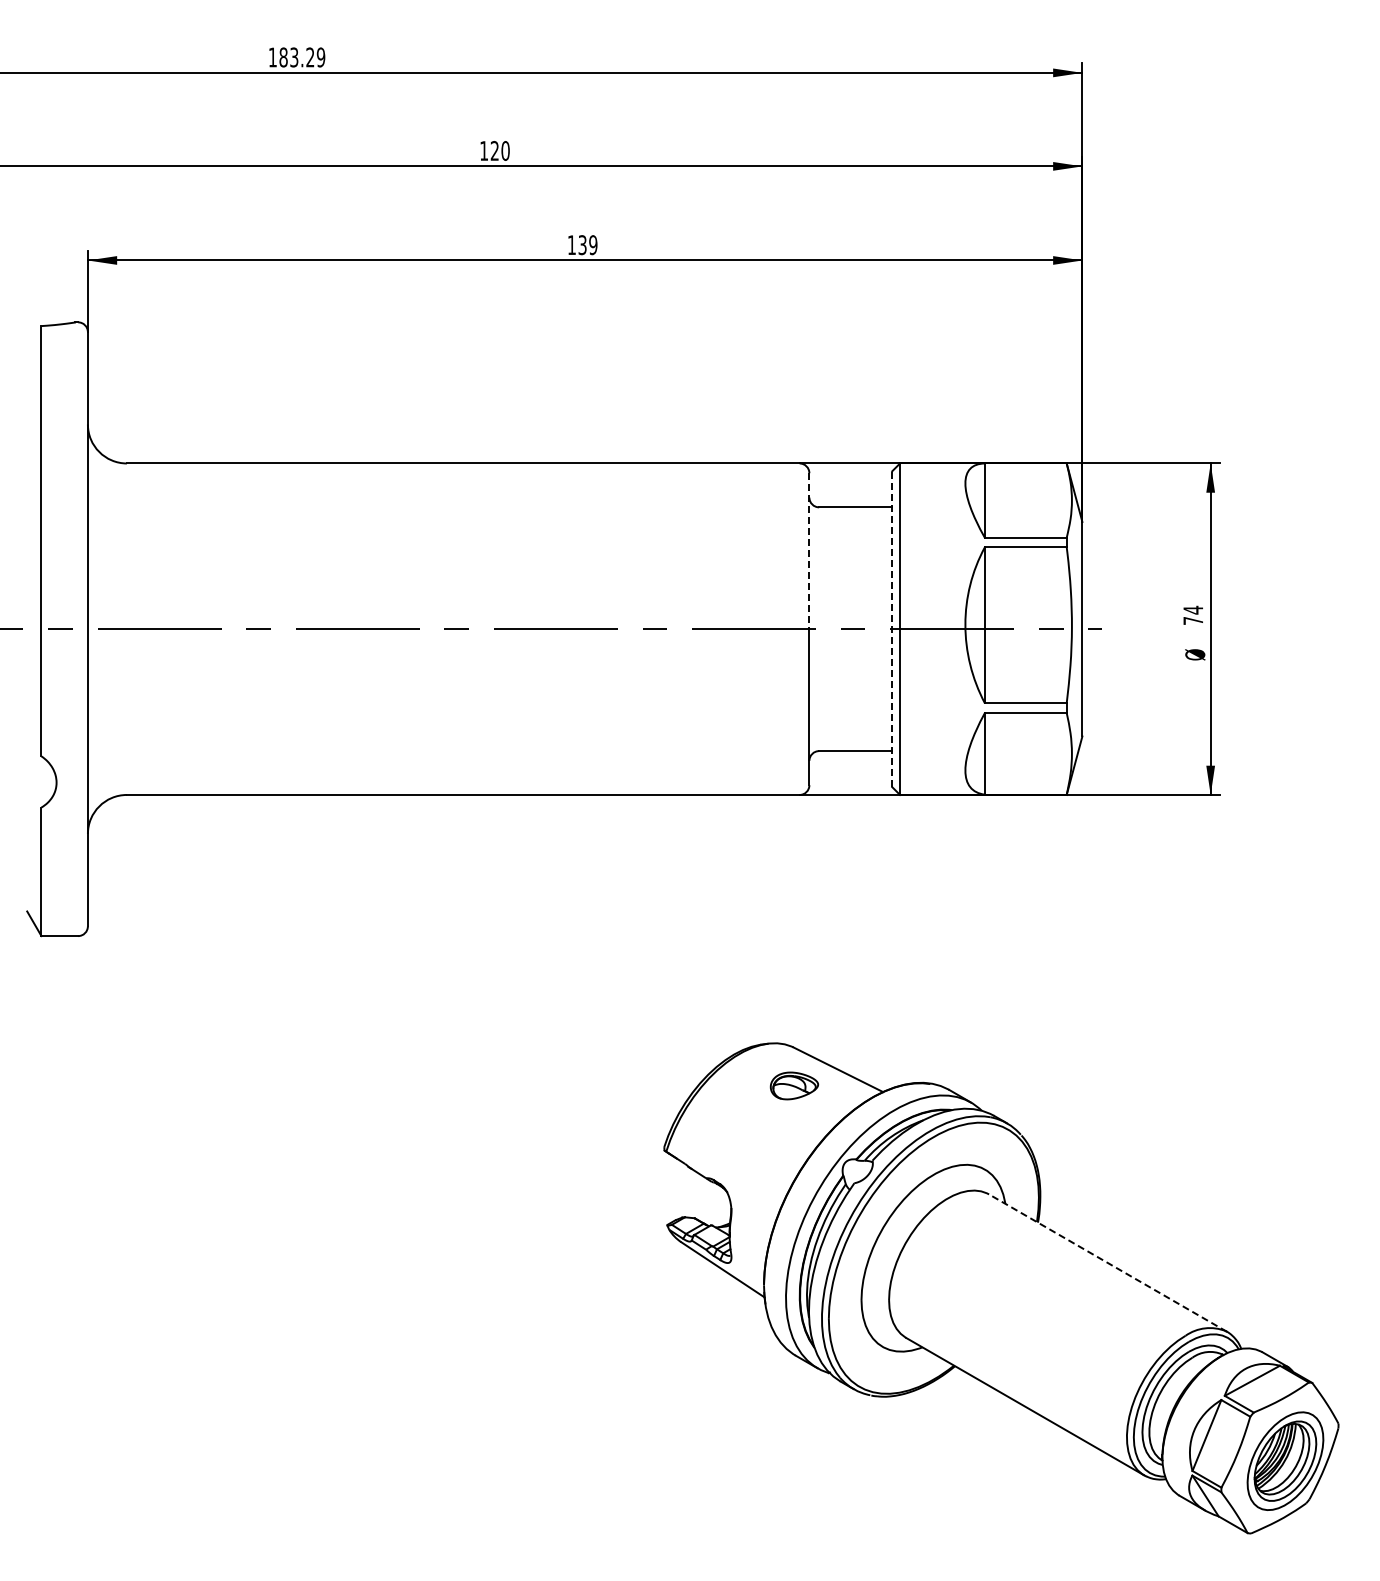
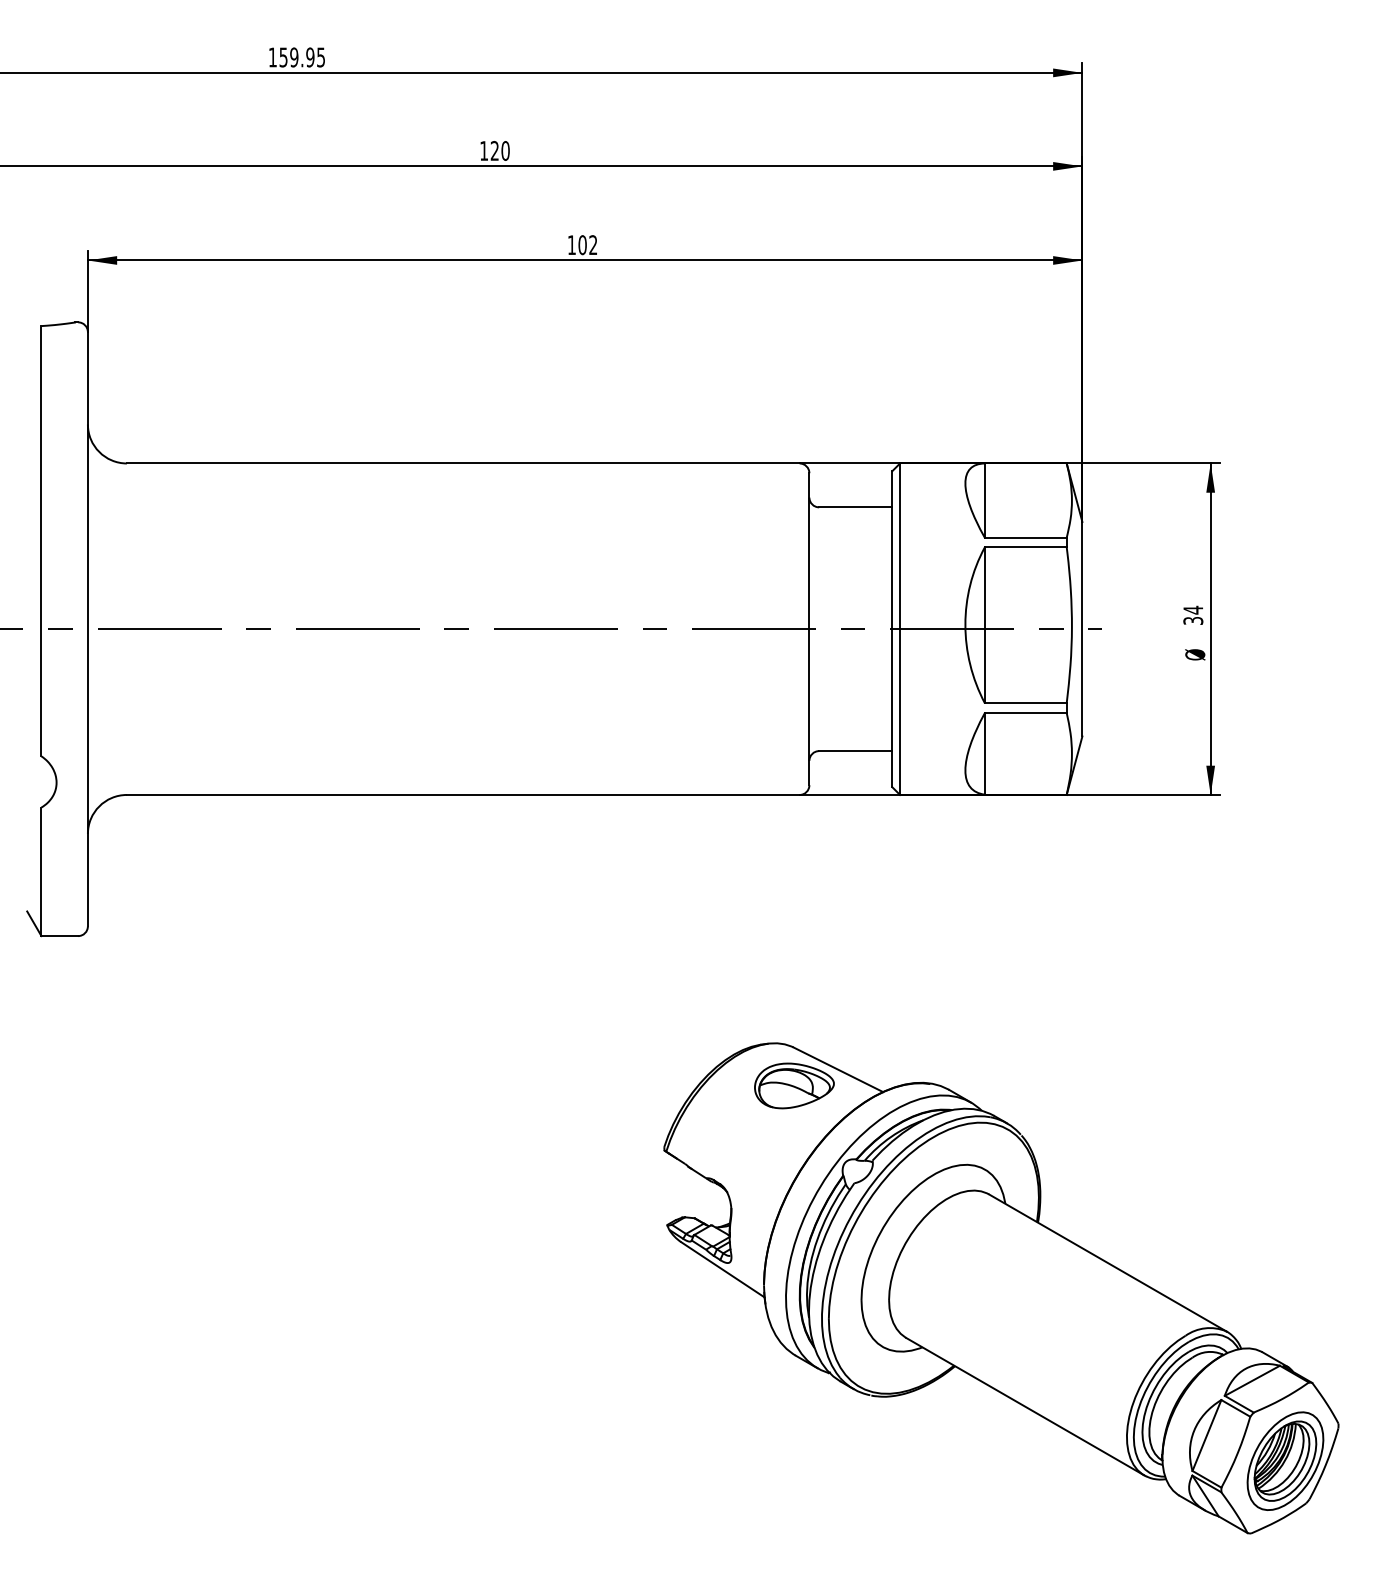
text at (302, 57): 183.29 -> 159.95
text at (587, 245): 139 -> 102
line at (809, 551): dashed -> solid
text at (1193, 620): 74 -> 34
line at (892, 629): dashed -> solid
part at (794, 1085) size: 51x30 px -> 81x48 px
line at (1107, 1262): dashed -> solid
